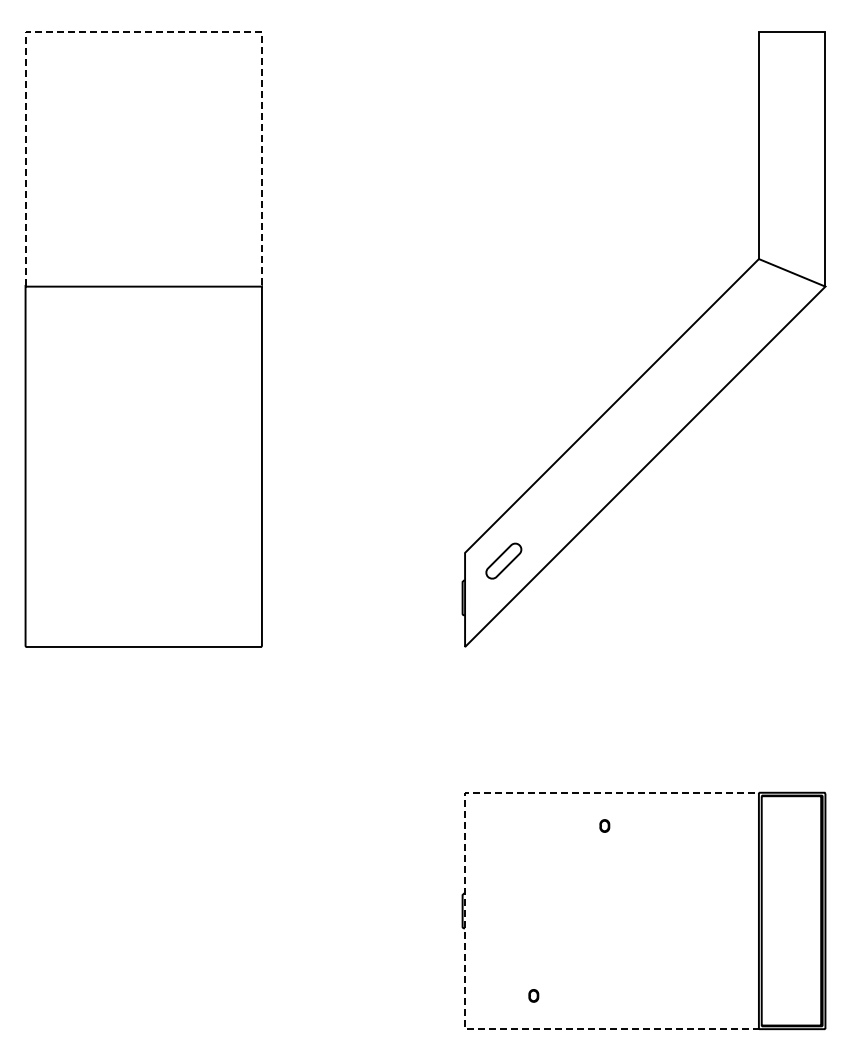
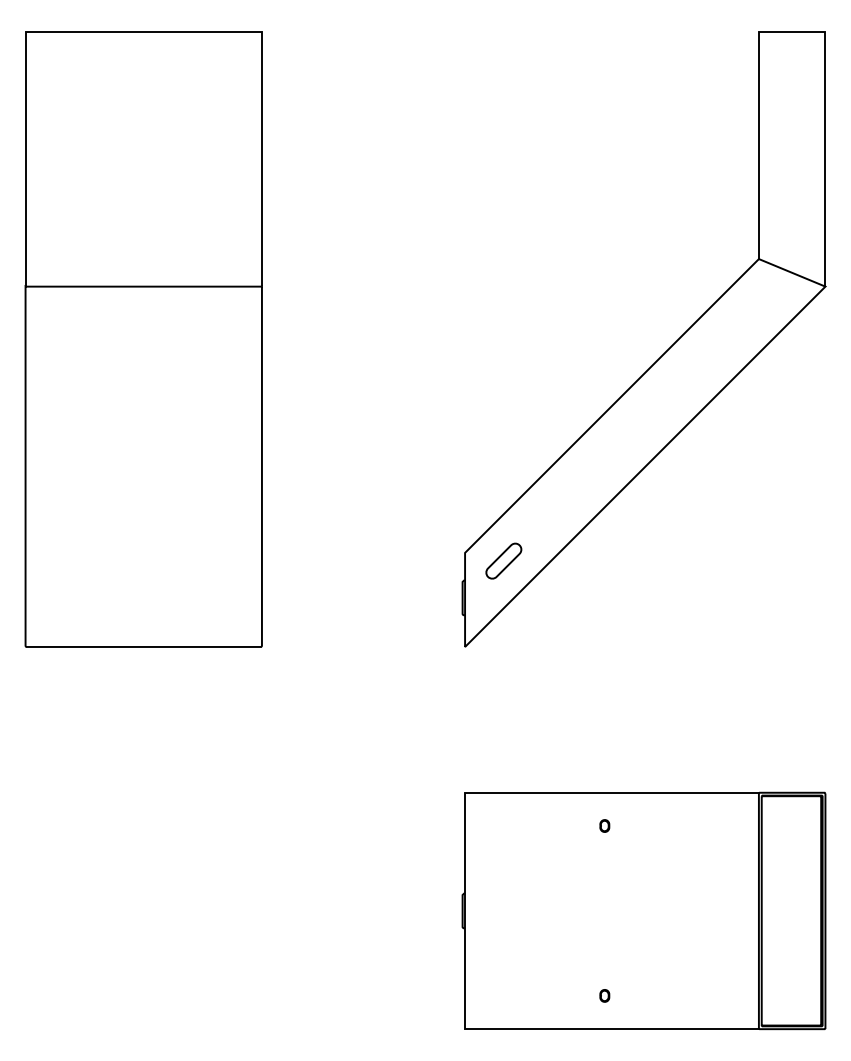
line at (144, 31): dashed -> solid
line at (465, 910): dashed -> solid
part at (533, 995) position: (533, 995) -> (604, 995)
